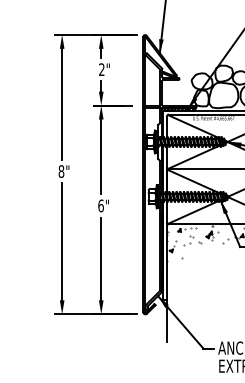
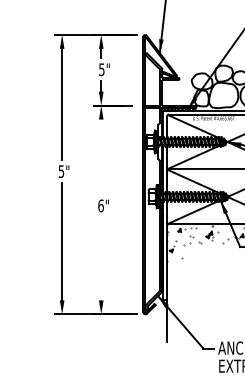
text at (101, 69): 2" -> 5"
line at (101, 156): present -> none
text at (61, 171): 8" -> 5"
line at (101, 258): present -> none
